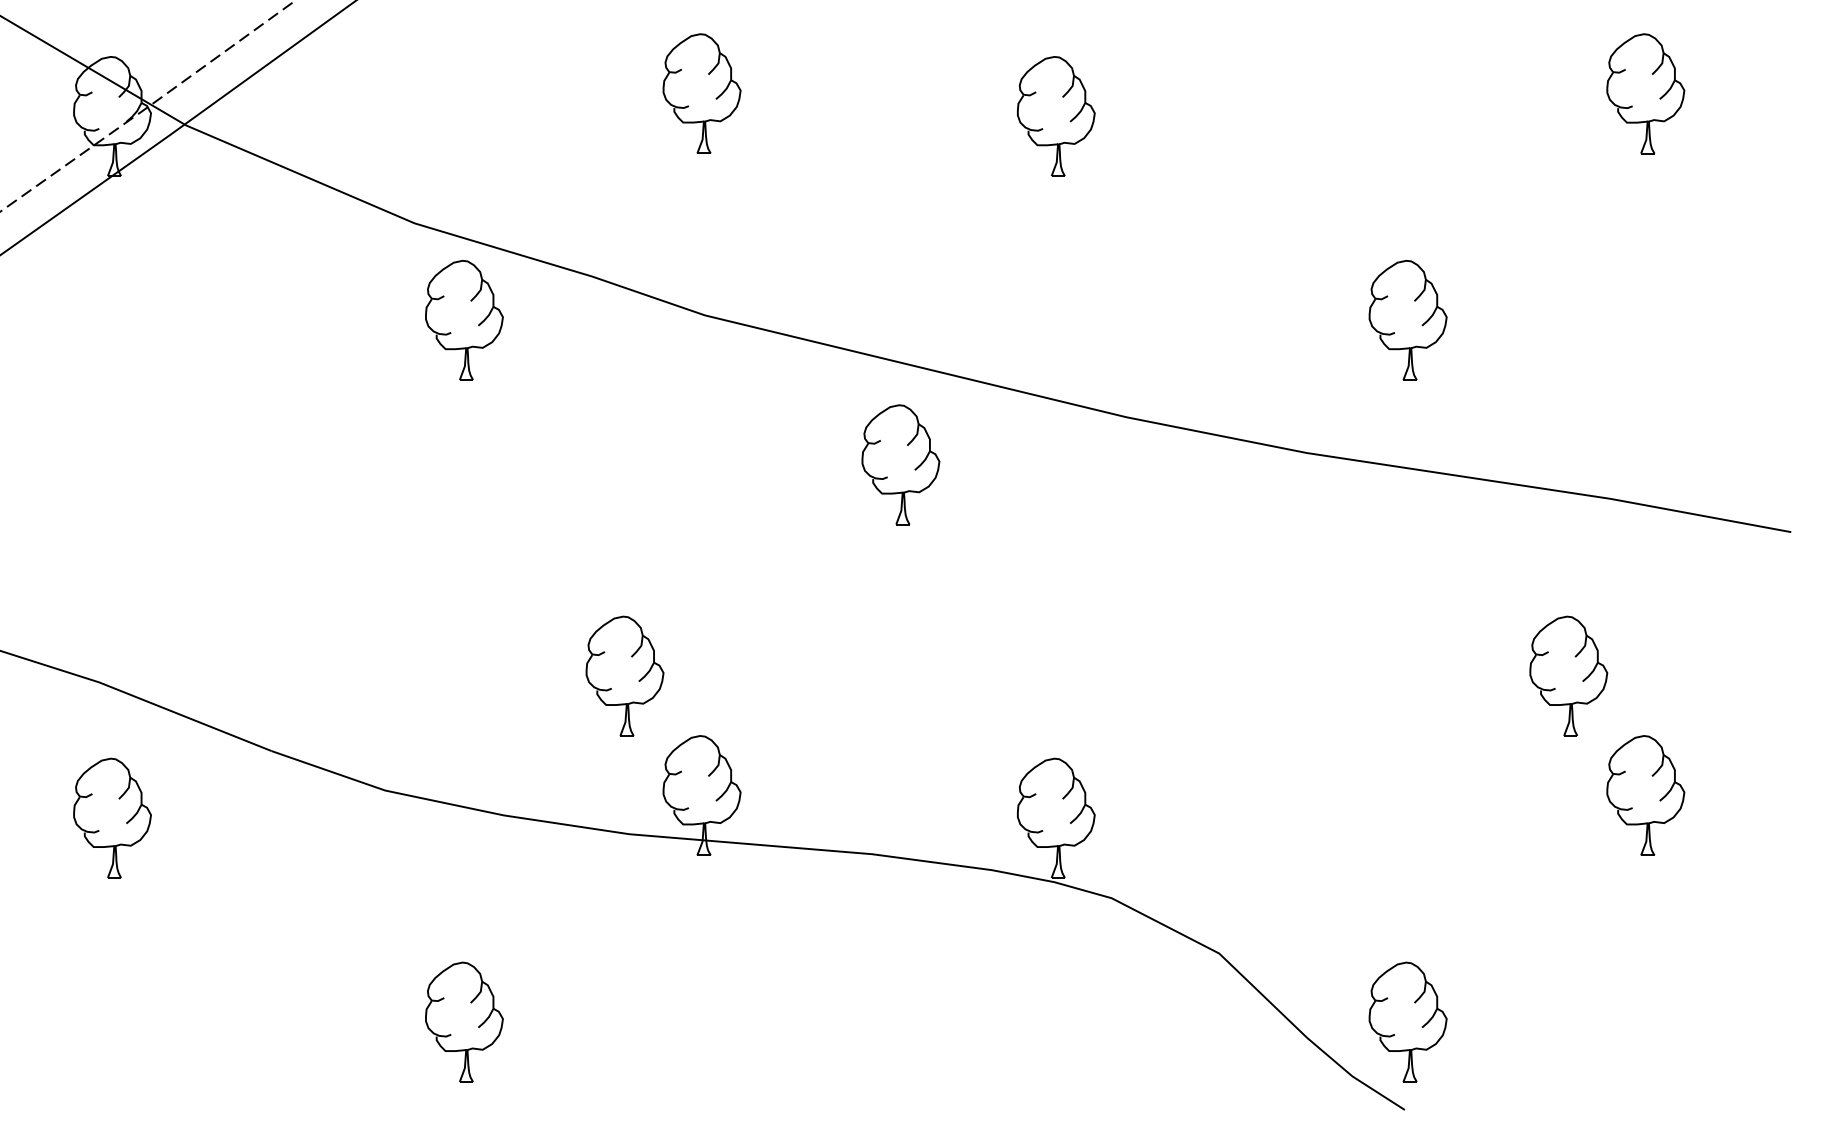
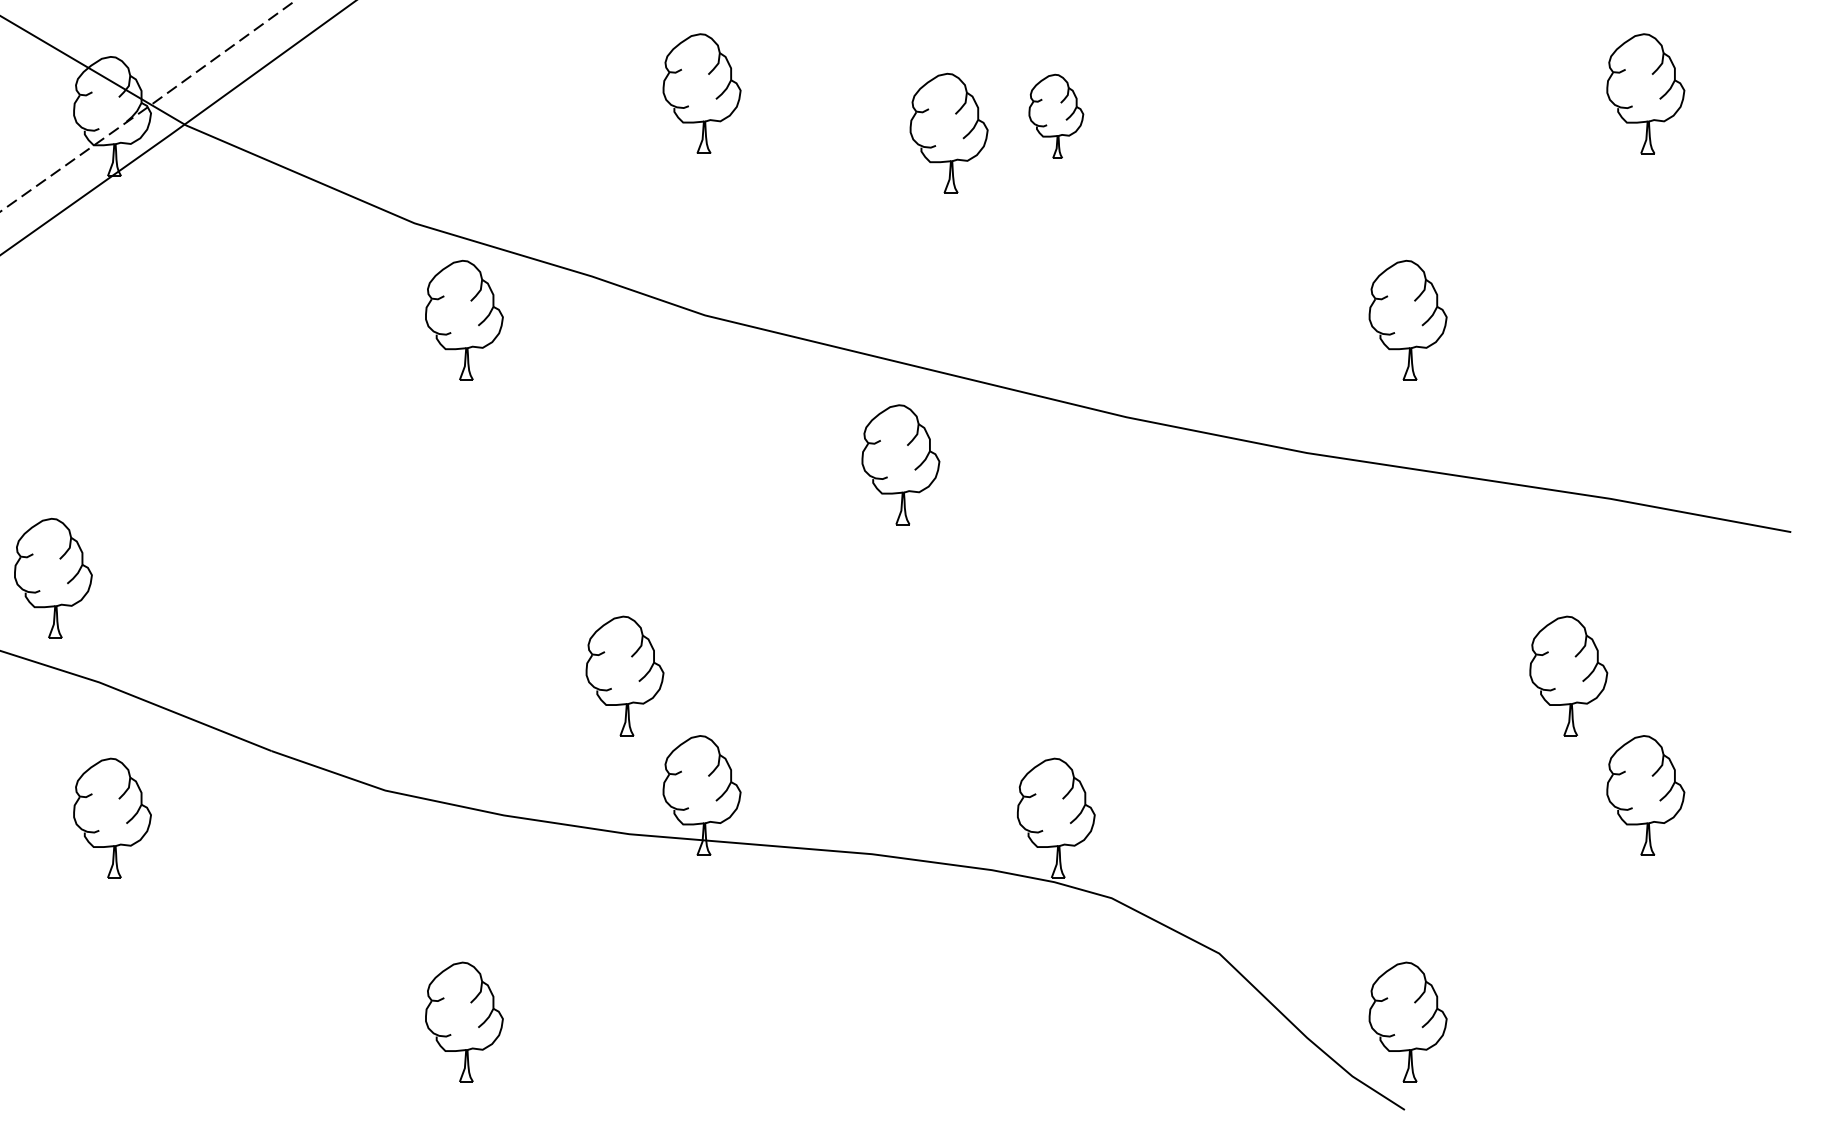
part at (1056, 116) size: 79x121 px -> 57x86 px
part at (948, 132): none -> present
part at (53, 577): none -> present
